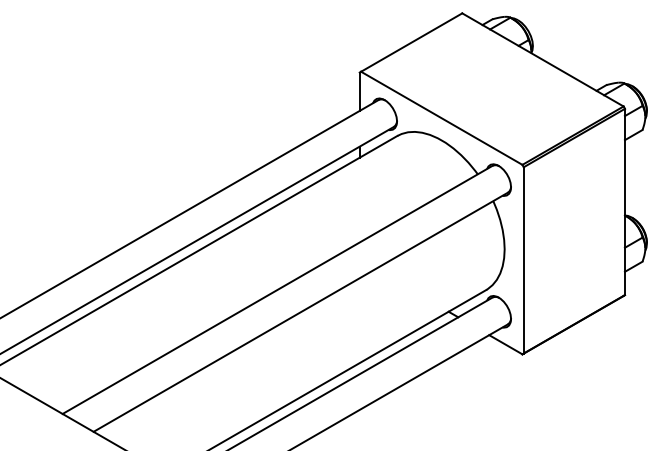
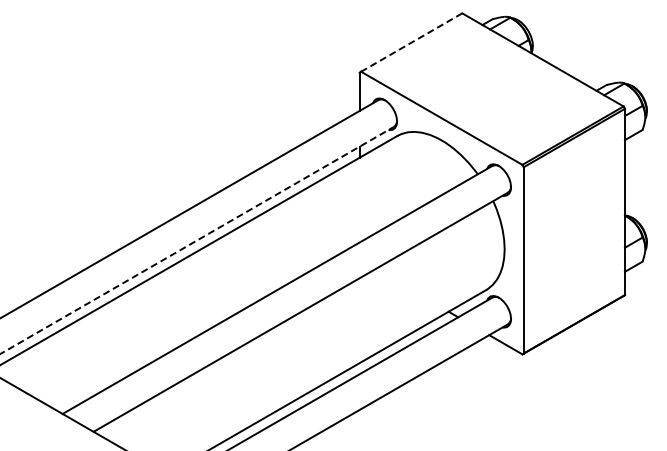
line at (411, 42): solid -> dashed
line at (197, 240): solid -> dashed
